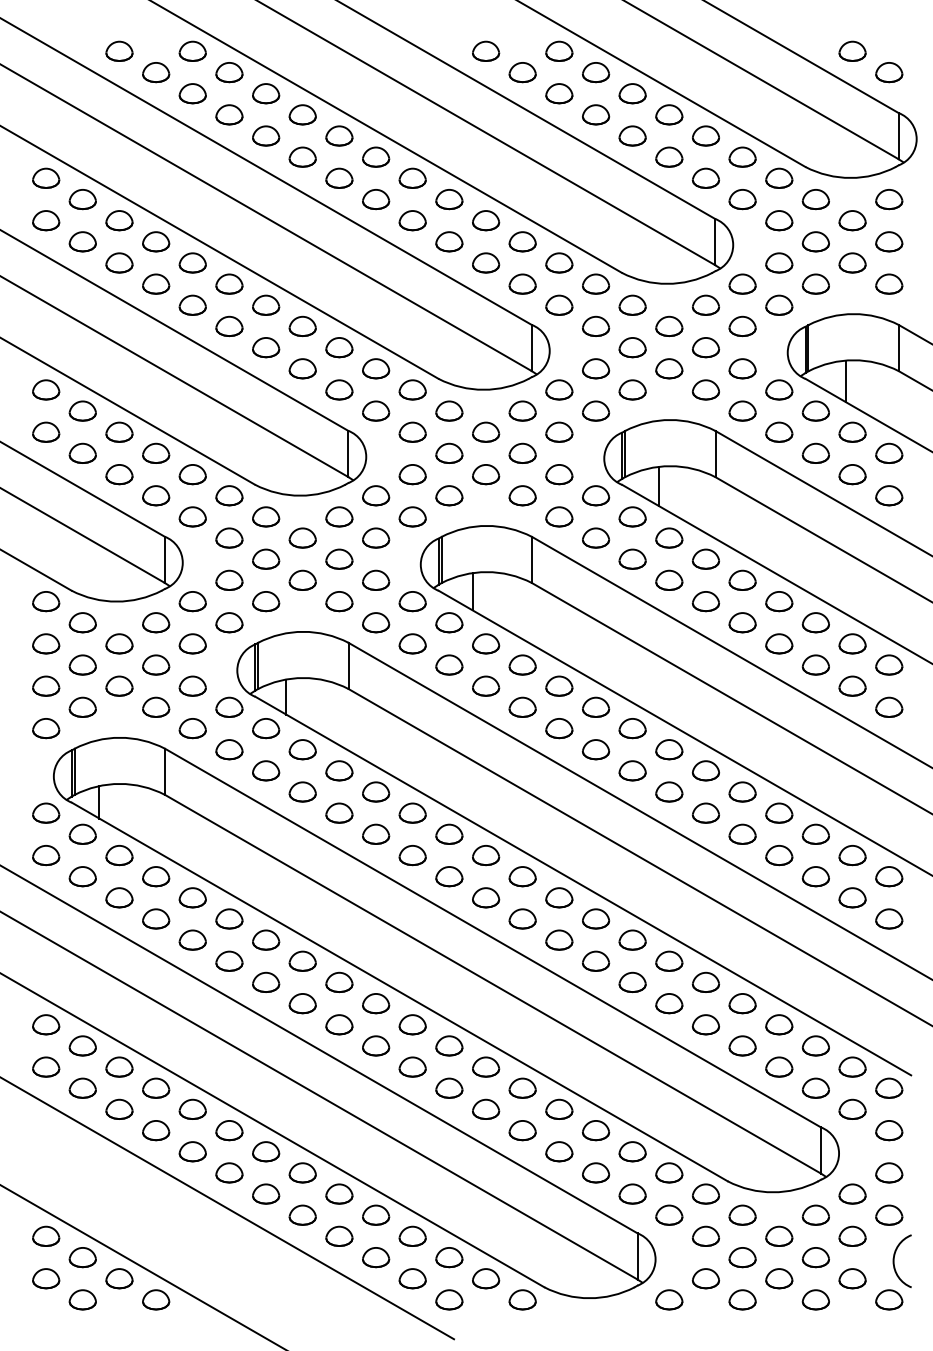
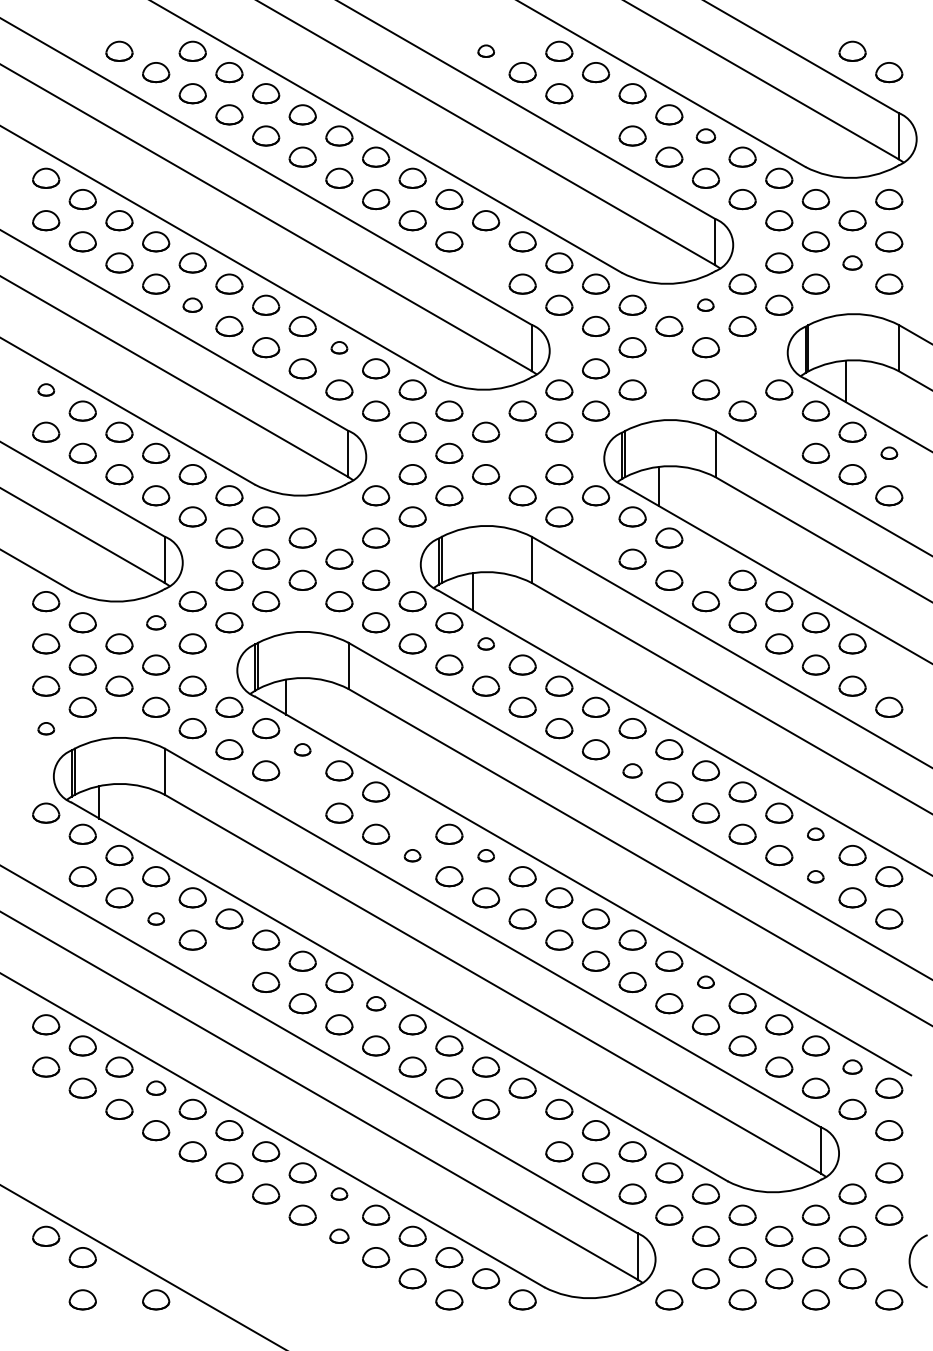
part at (486, 50) size: 29x22 px -> 18x14 px
part at (596, 114): present -> none
part at (705, 135) size: 28x22 px -> 22x16 px
part at (486, 262): present -> none
part at (852, 262) size: 29x22 px -> 21x16 px
part at (192, 304) size: 29x22 px -> 21x16 px
part at (705, 304) size: 29x22 px -> 18x14 px
part at (339, 347) size: 29x22 px -> 19x14 px
part at (669, 368): present -> none
part at (742, 368): present -> none
part at (46, 389) size: 29x22 px -> 19x14 px
part at (779, 431): present -> none
part at (522, 452): present -> none
part at (889, 452) size: 29x22 px -> 19x14 px
part at (339, 516): present -> none
part at (596, 537): present -> none
part at (705, 558): present -> none
part at (156, 622) size: 29x22 px -> 21x16 px
part at (486, 643) size: 29x22 px -> 18x14 px
part at (889, 664): present -> none
part at (46, 728) size: 29x22 px -> 19x14 px
part at (302, 749) size: 29x22 px -> 19x14 px
part at (632, 770) size: 29x22 px -> 21x16 px
part at (302, 791): present -> none
part at (412, 812): present -> none
part at (815, 833) size: 29x22 px -> 18x14 px
part at (46, 855): present -> none
part at (412, 855) size: 29x22 px -> 19x14 px
part at (486, 855) size: 29x22 px -> 18x14 px
part at (815, 876) size: 29x22 px -> 18x14 px
part at (156, 918) size: 29x22 px -> 19x14 px
part at (229, 960): present -> none
part at (705, 981) size: 30x22 px -> 18x14 px
part at (376, 1003) size: 29x22 px -> 21x16 px
part at (852, 1066) size: 29x22 px -> 21x16 px
part at (156, 1087) size: 29x22 px -> 21x16 px
part at (522, 1130): present -> none
part at (339, 1193) size: 29x22 px -> 19x14 px
line at (228, 1208): present -> none
part at (339, 1235) size: 29x22 px -> 21x16 px
arc at (894, 1260) position: (894, 1260) -> (910, 1260)
part at (46, 1278): present -> none
part at (119, 1278): present -> none
